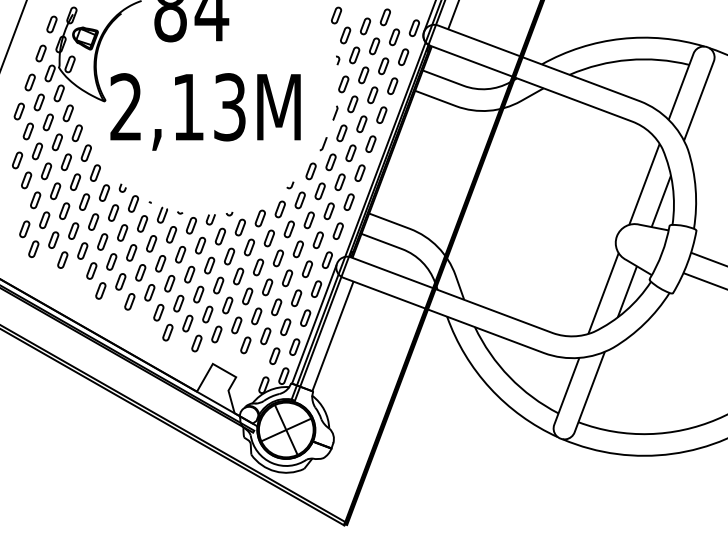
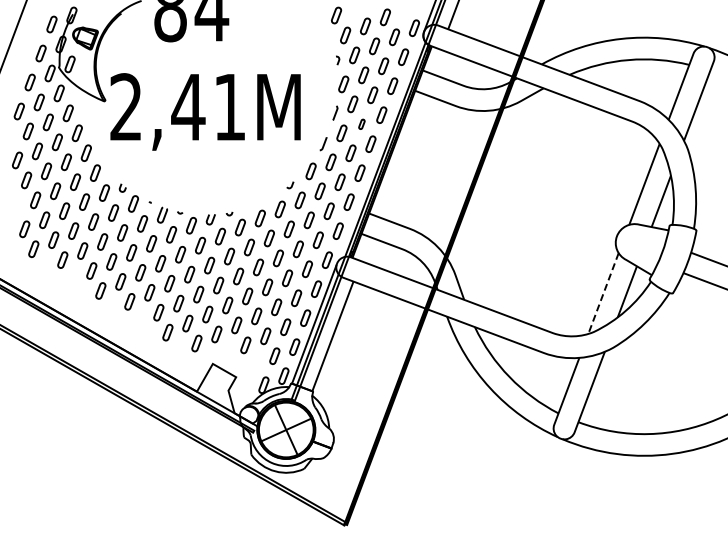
text at (208, 107): 2,13M -> 2,41M
part at (361, 124) size: 12x19 px -> 8x12 px
line at (603, 294): solid -> dashed
